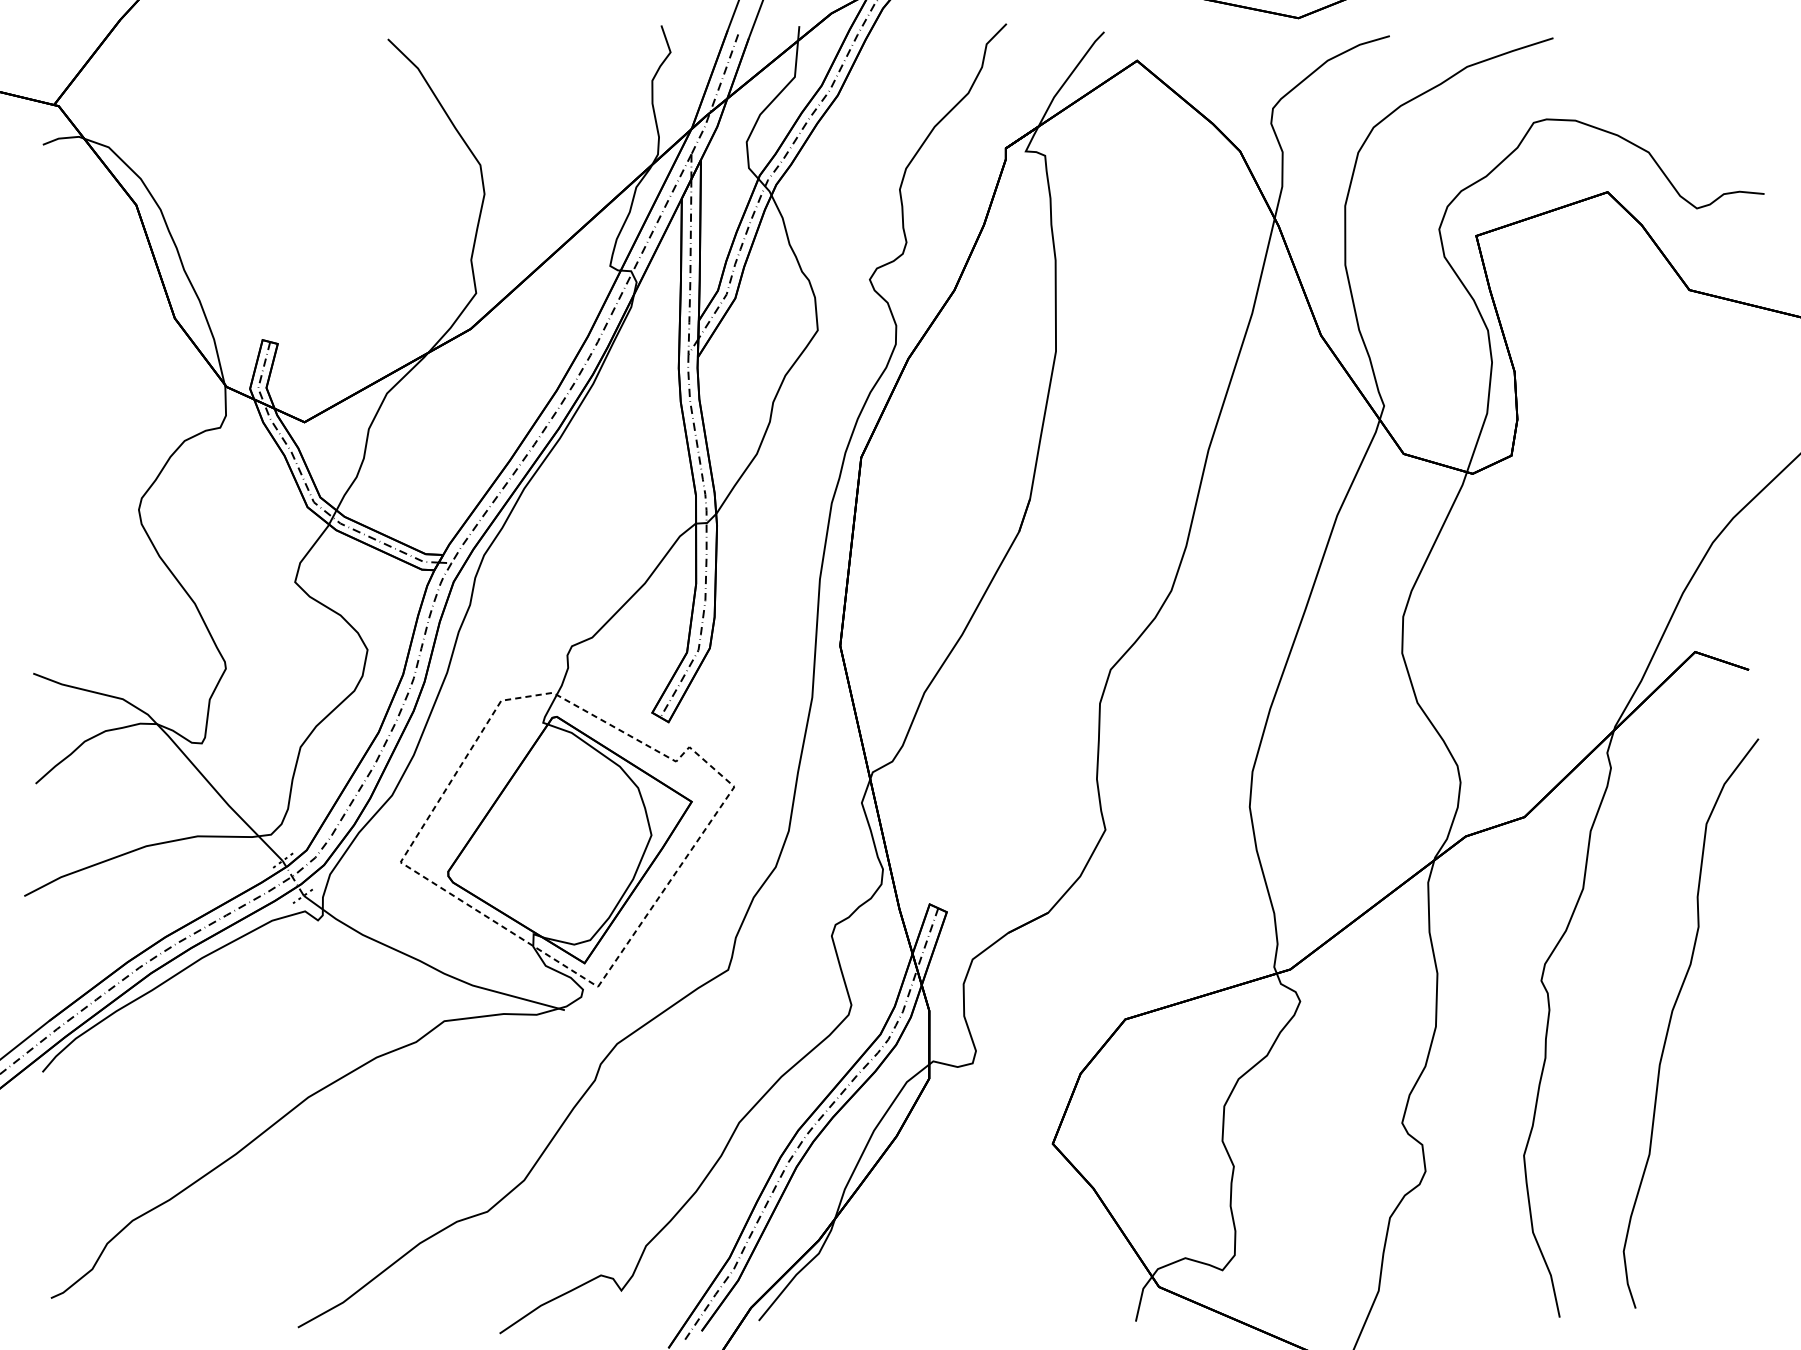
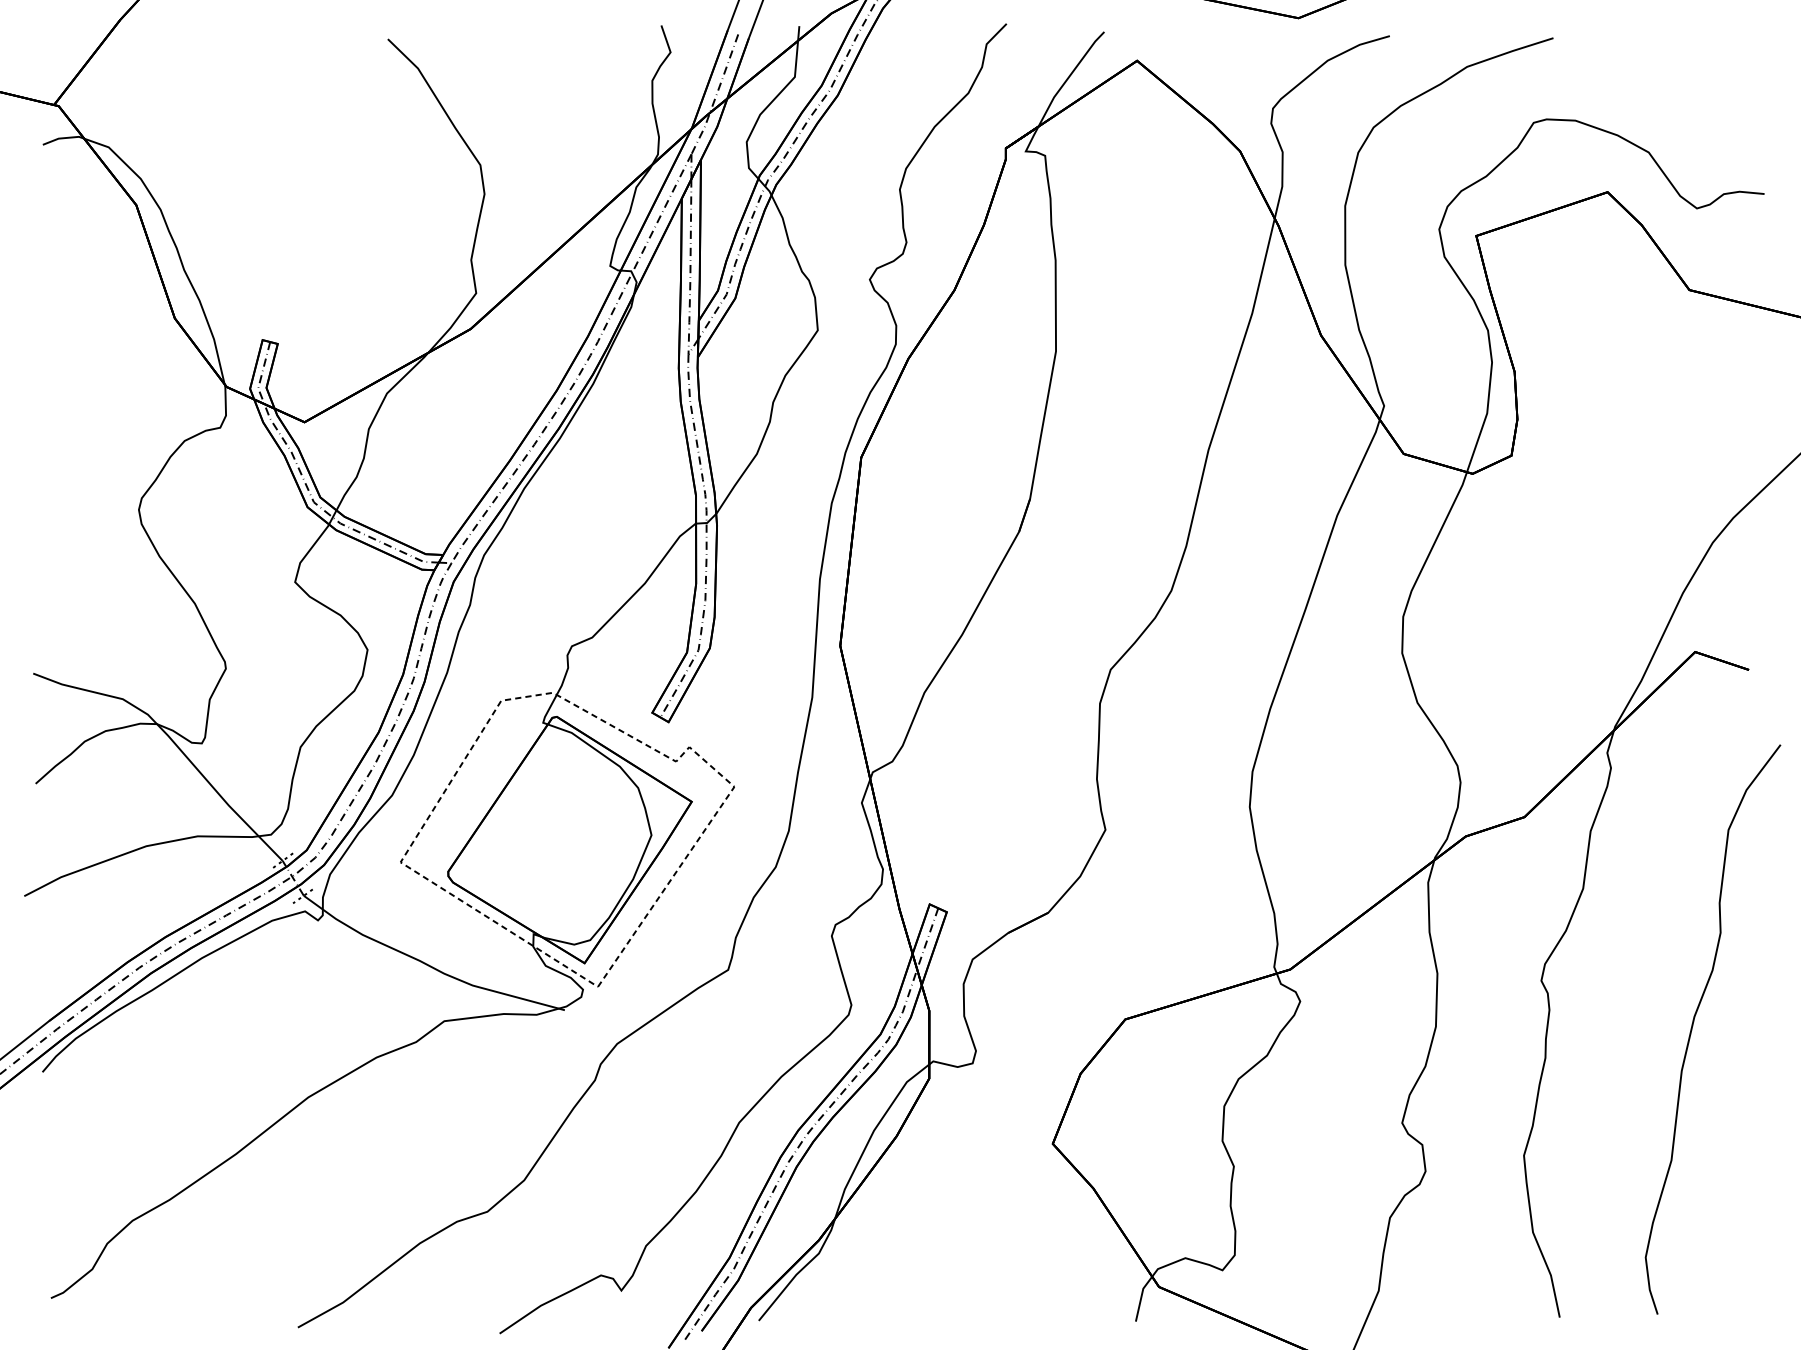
curve at (1671, 1020) position: (1671, 1020) -> (1693, 1026)
